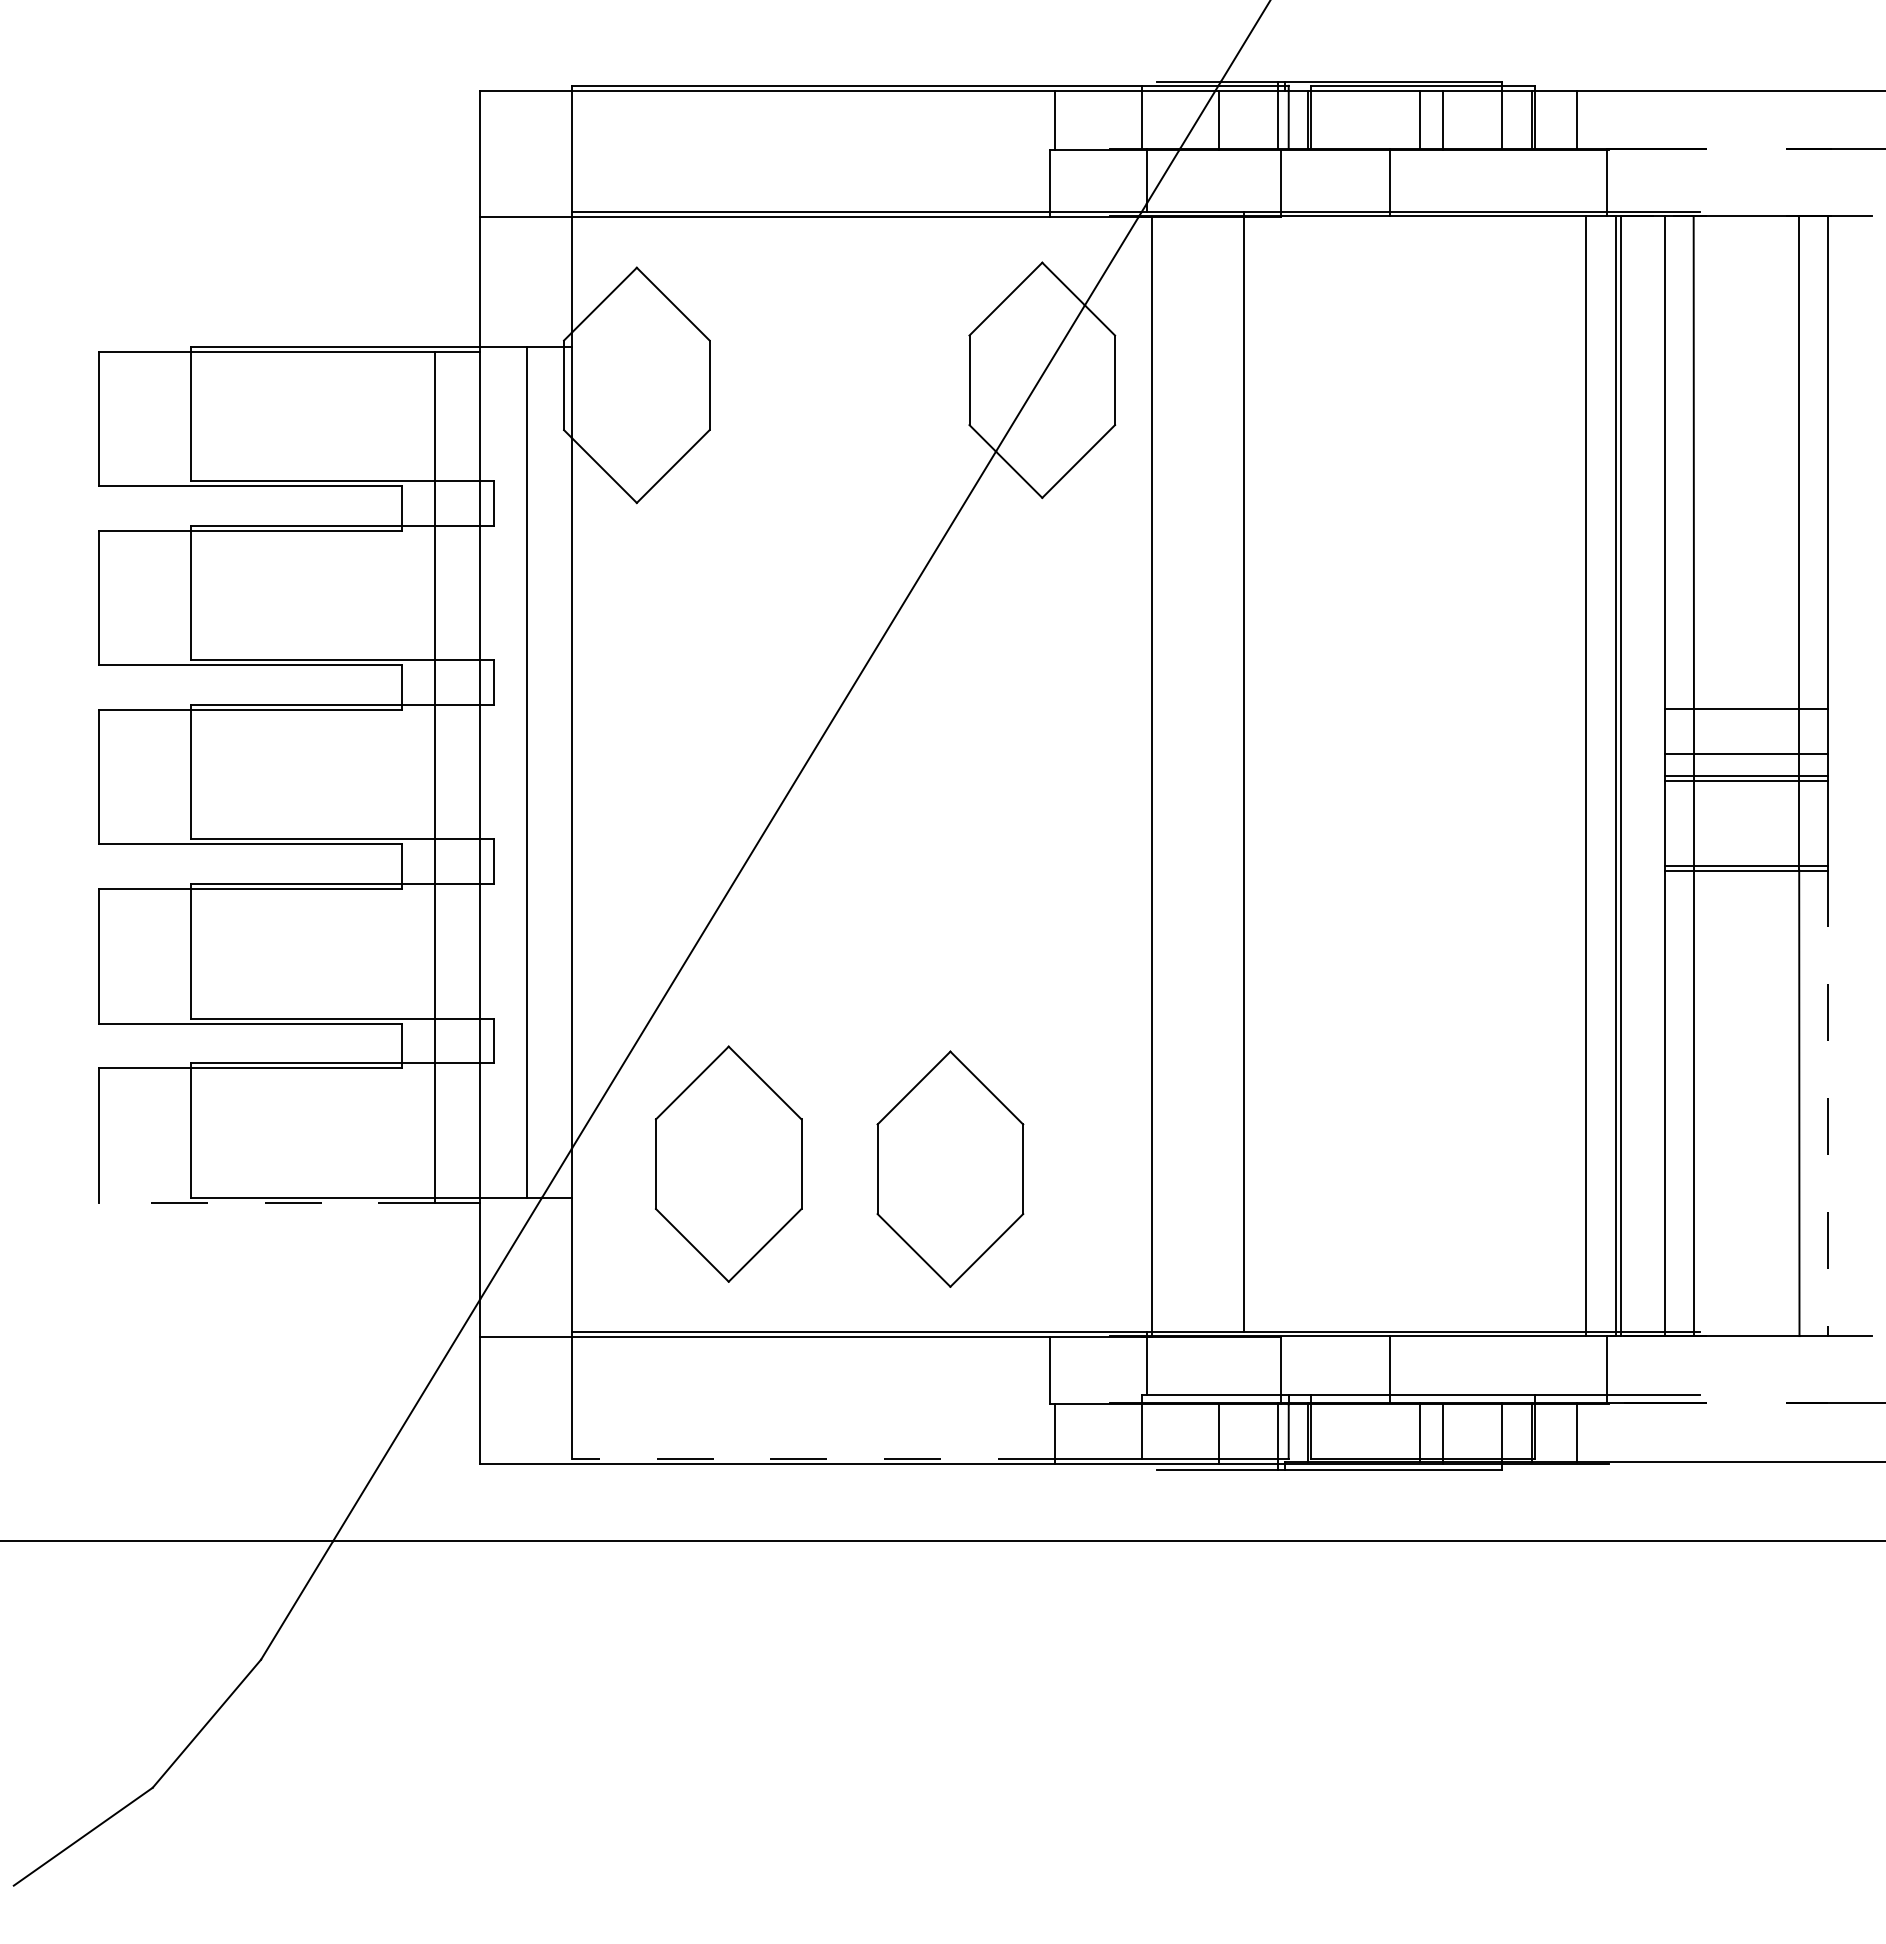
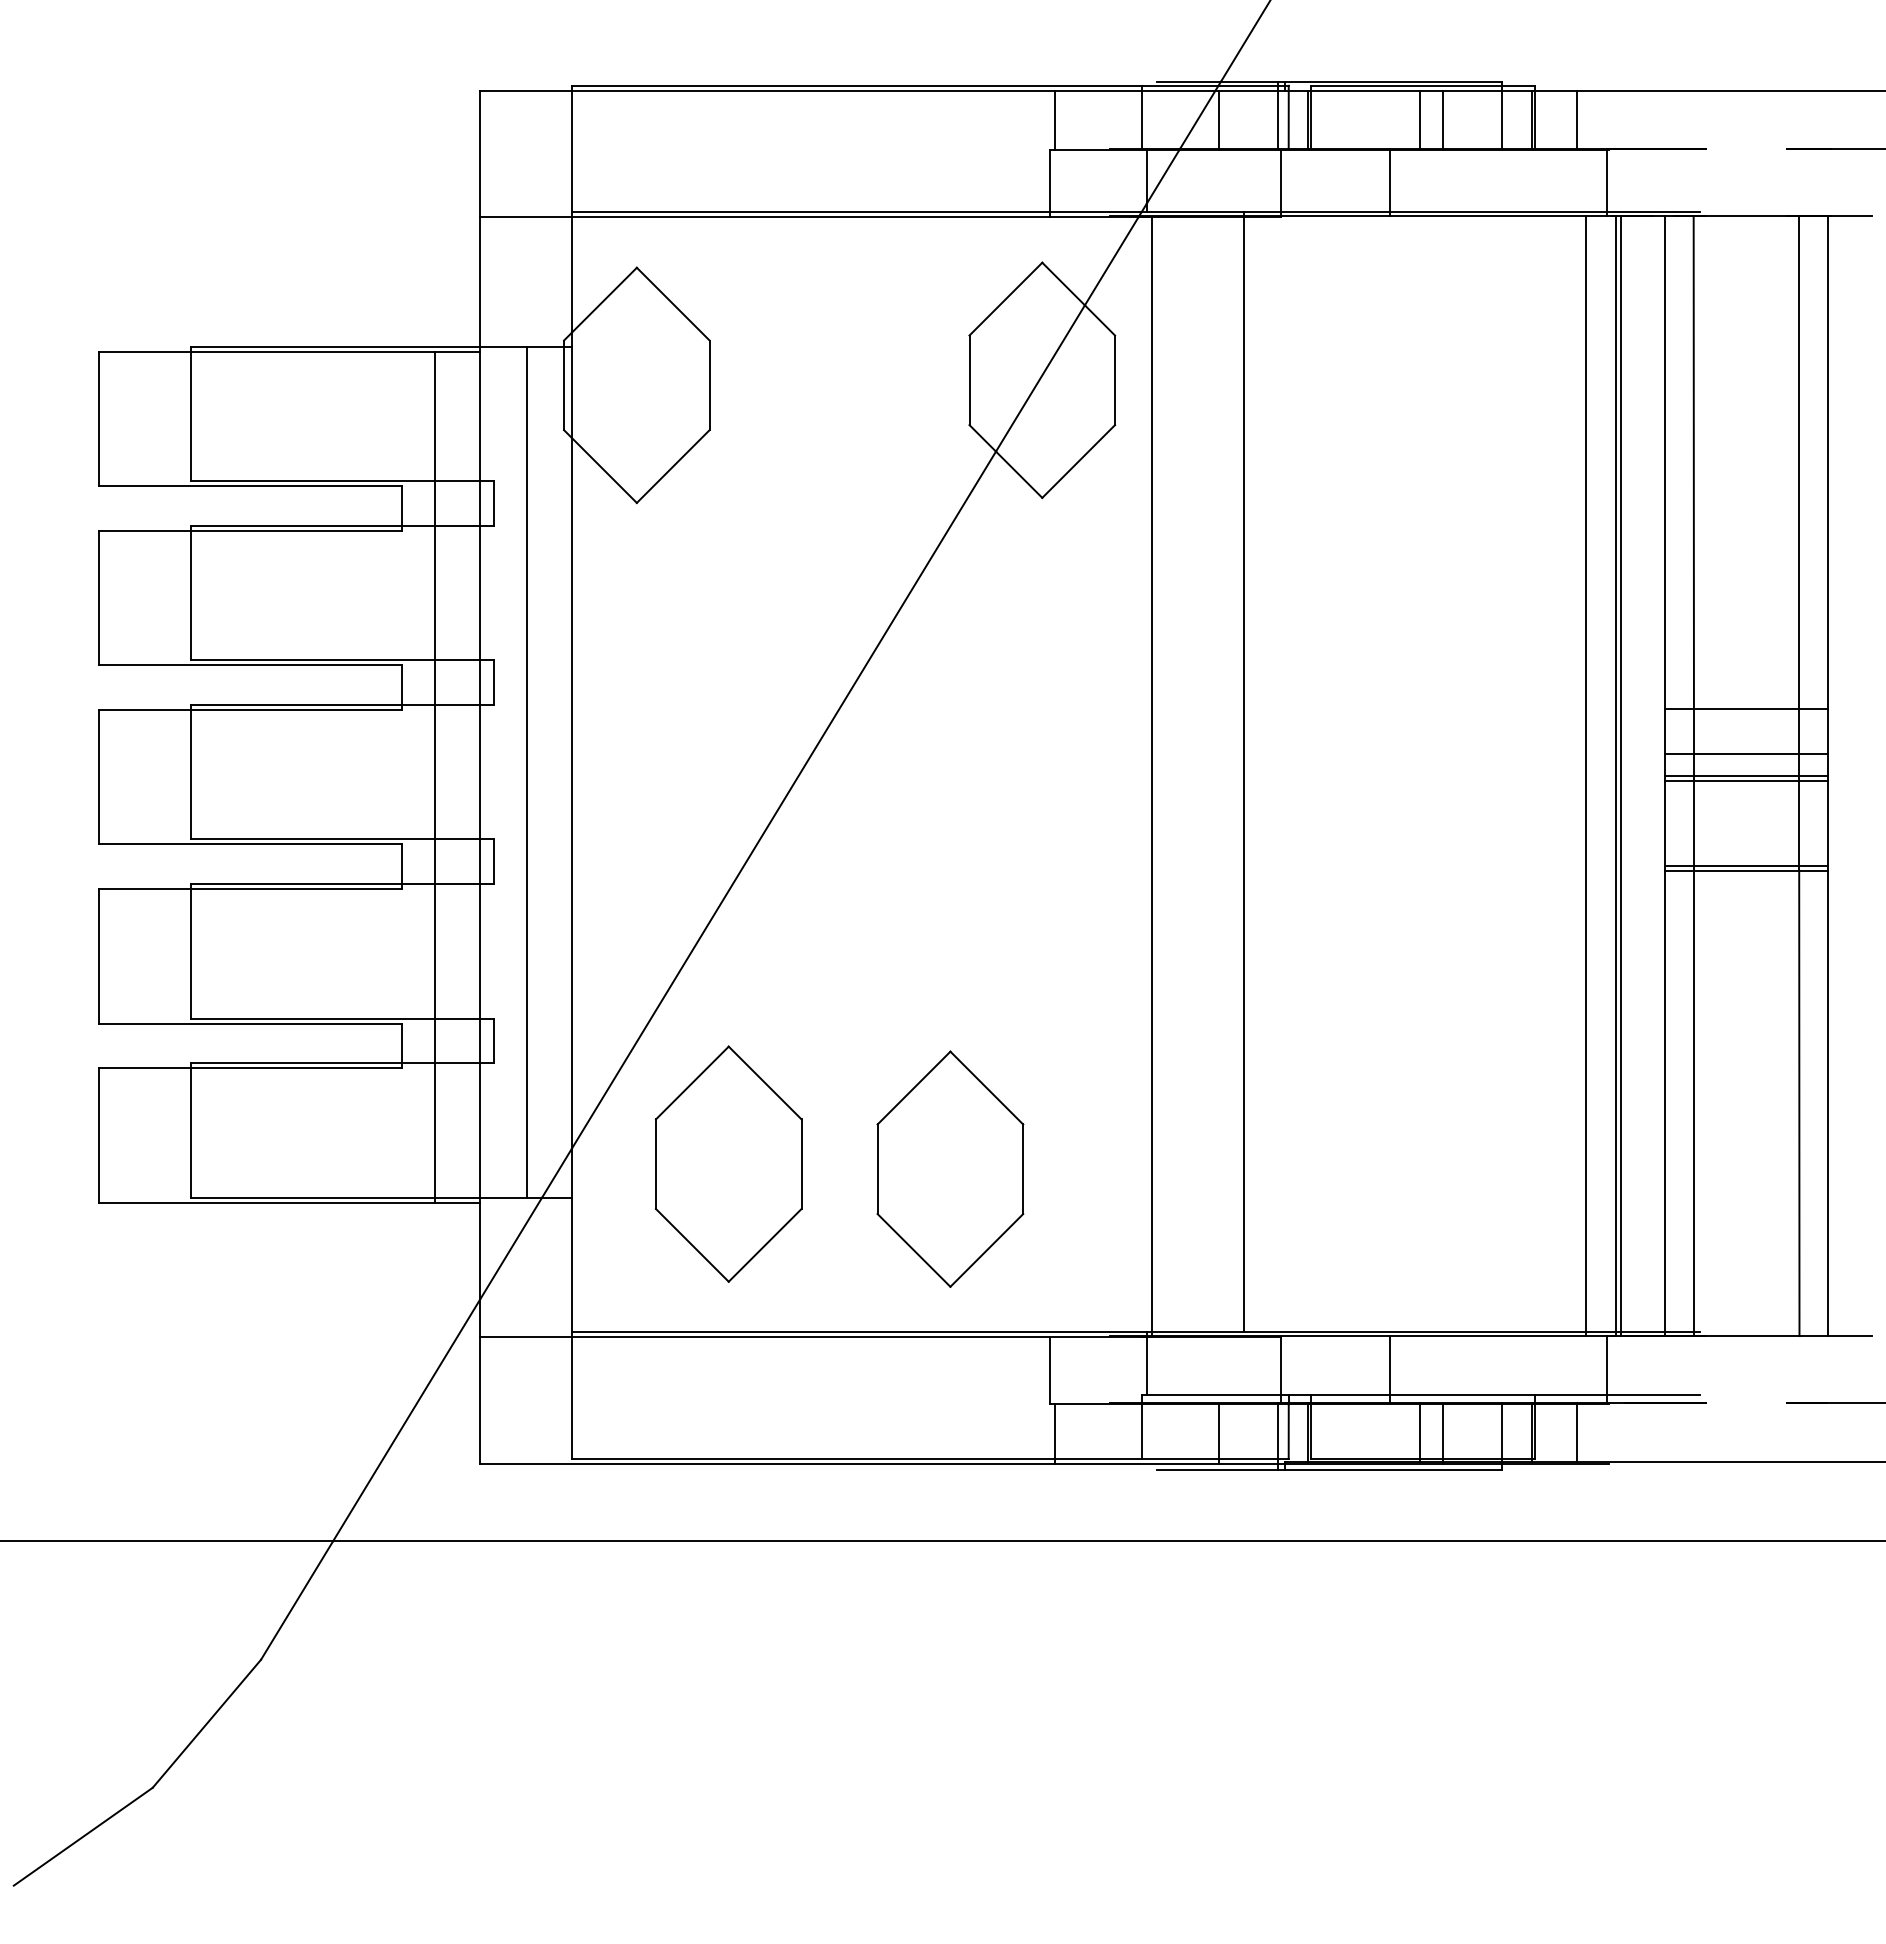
line at (1828, 1103): dashed -> solid
line at (267, 1202): dashed -> solid
line at (812, 1458): dashed -> solid
